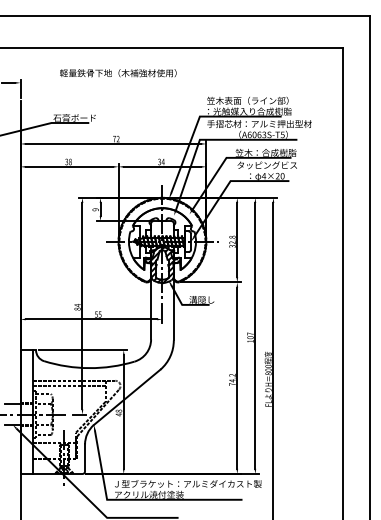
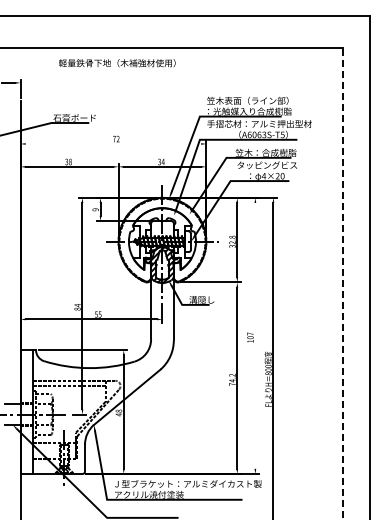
text at (118, 73) position: (118, 73) -> (117, 63)
line at (113, 143): present -> none
line at (343, 283): solid -> dashed
line at (255, 335): present -> none
